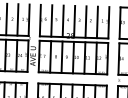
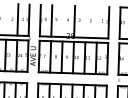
line at (6, 19): present -> none
line at (62, 21): present -> none
line at (85, 21): present -> none
line at (96, 22): present -> none
